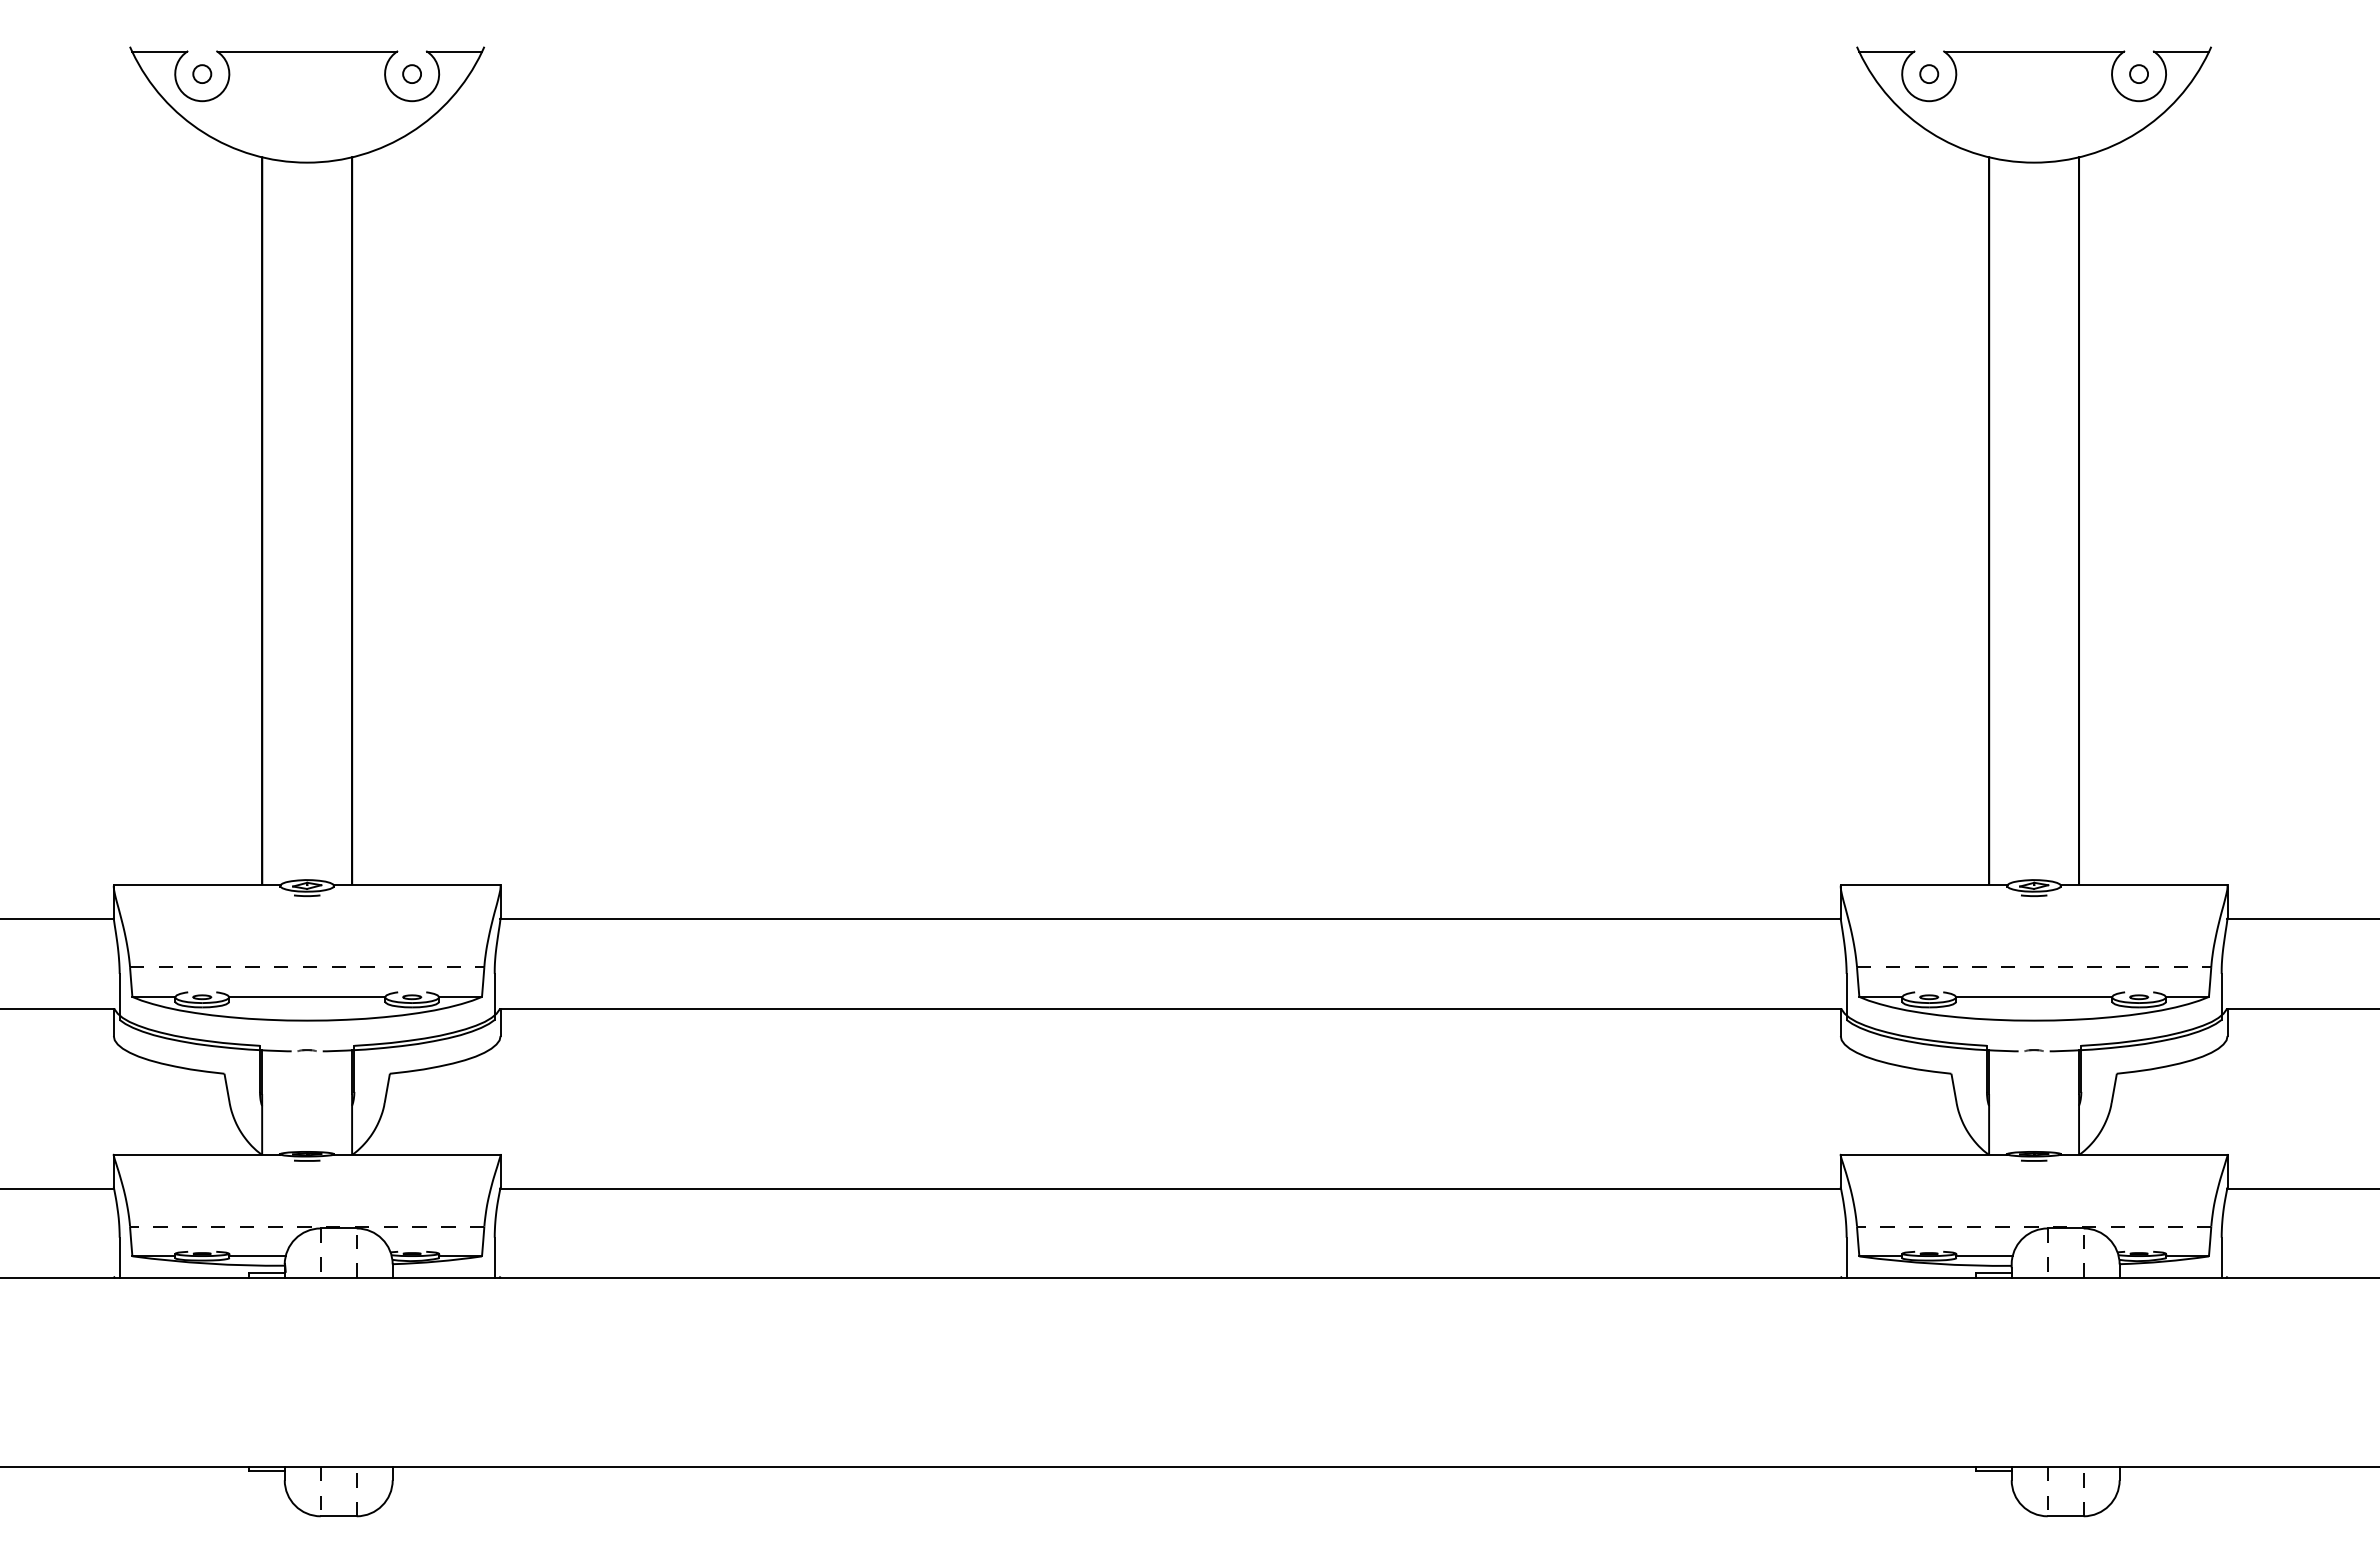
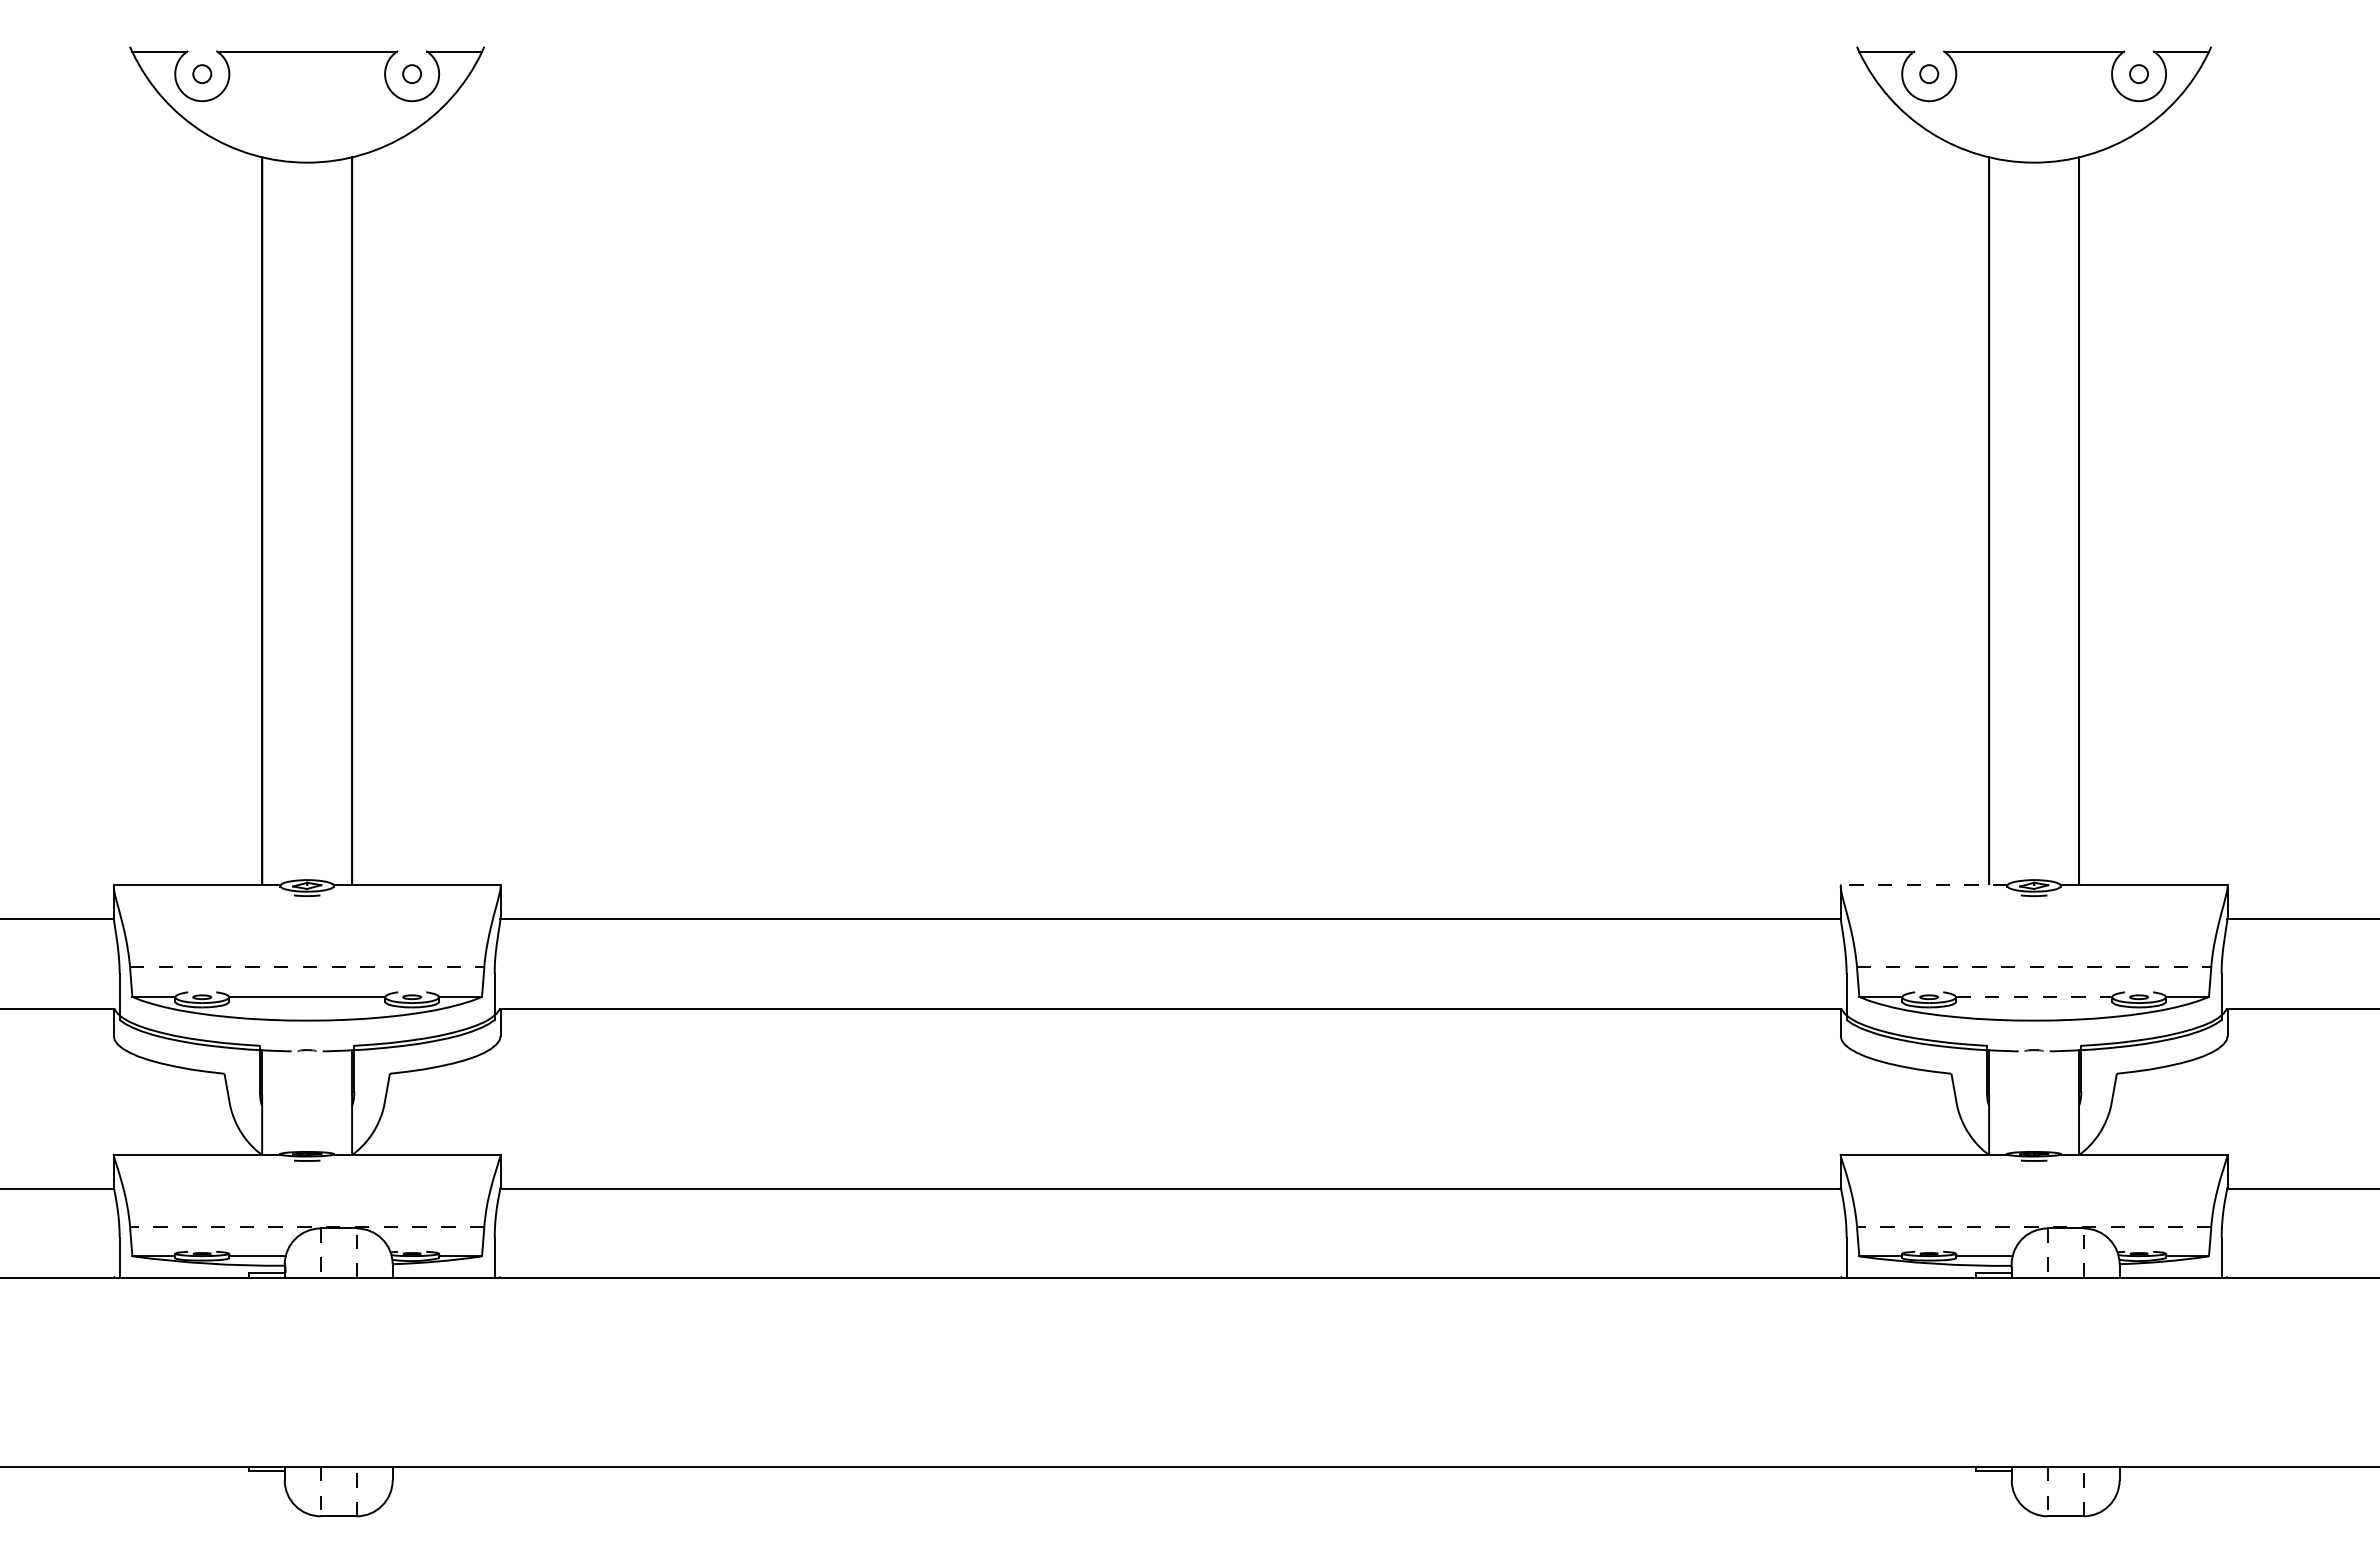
line at (1923, 884): solid -> dashed
line at (2034, 996): solid -> dashed
